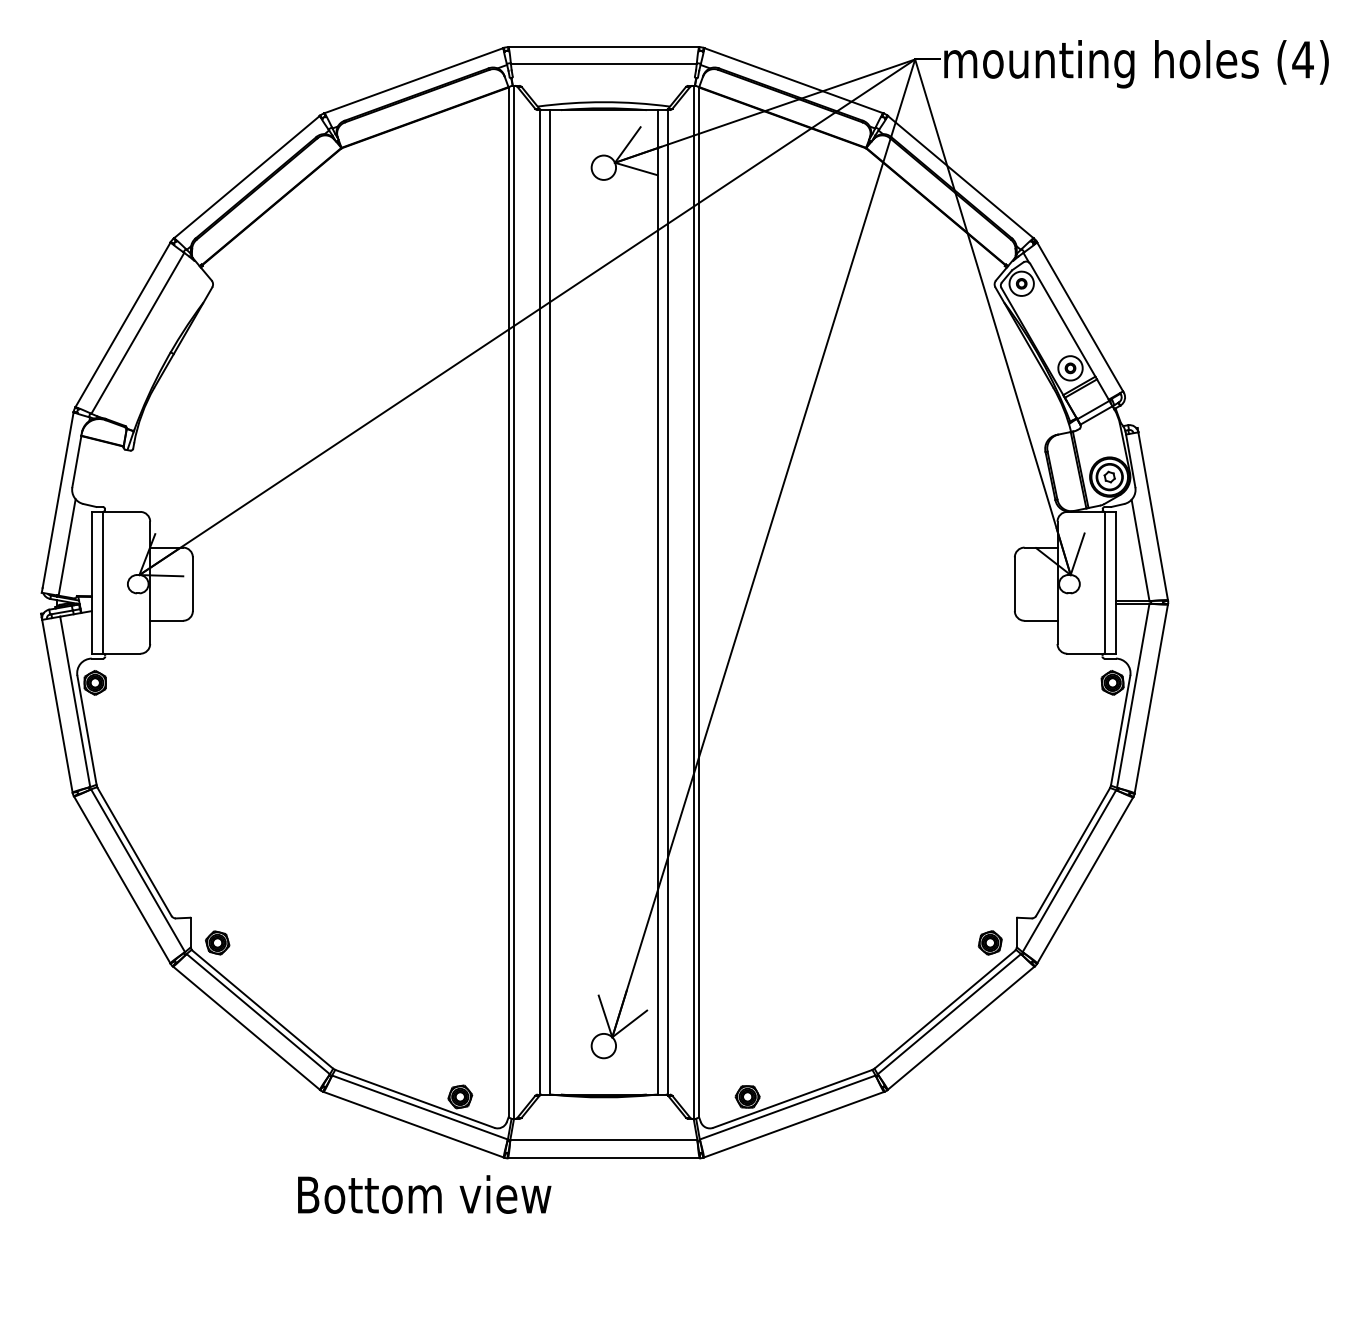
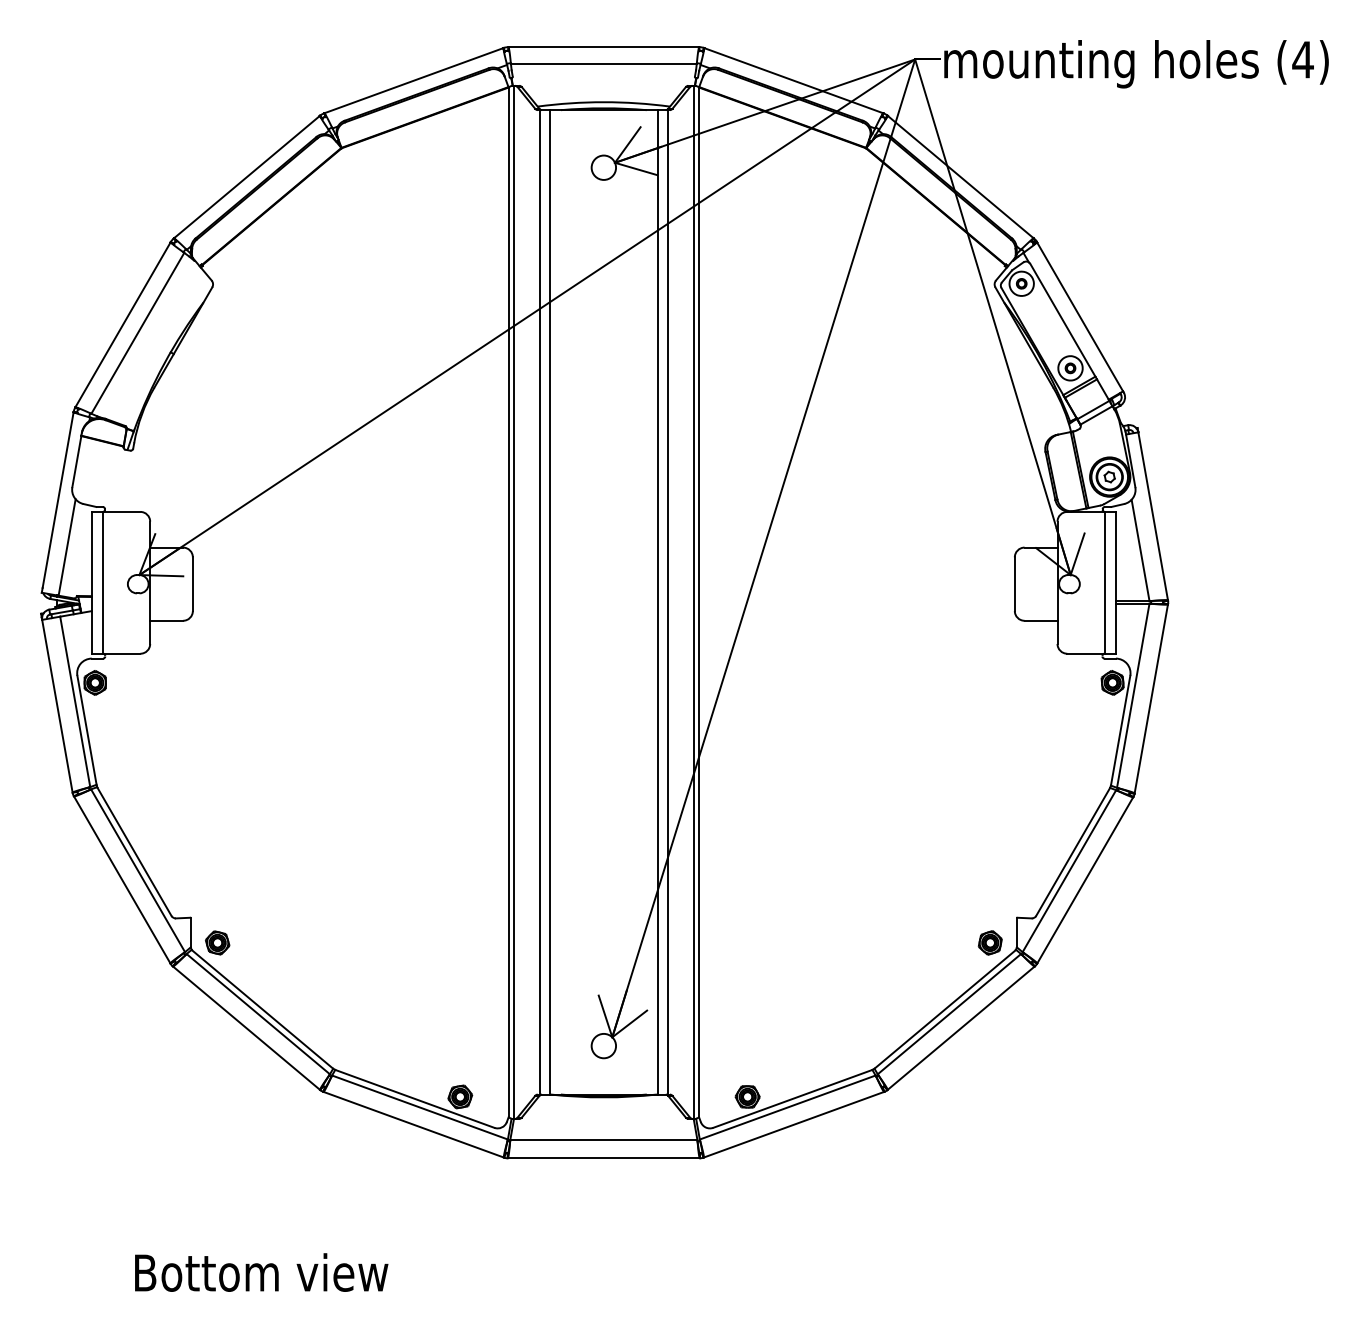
text at (424, 1194) position: (424, 1194) -> (261, 1272)
